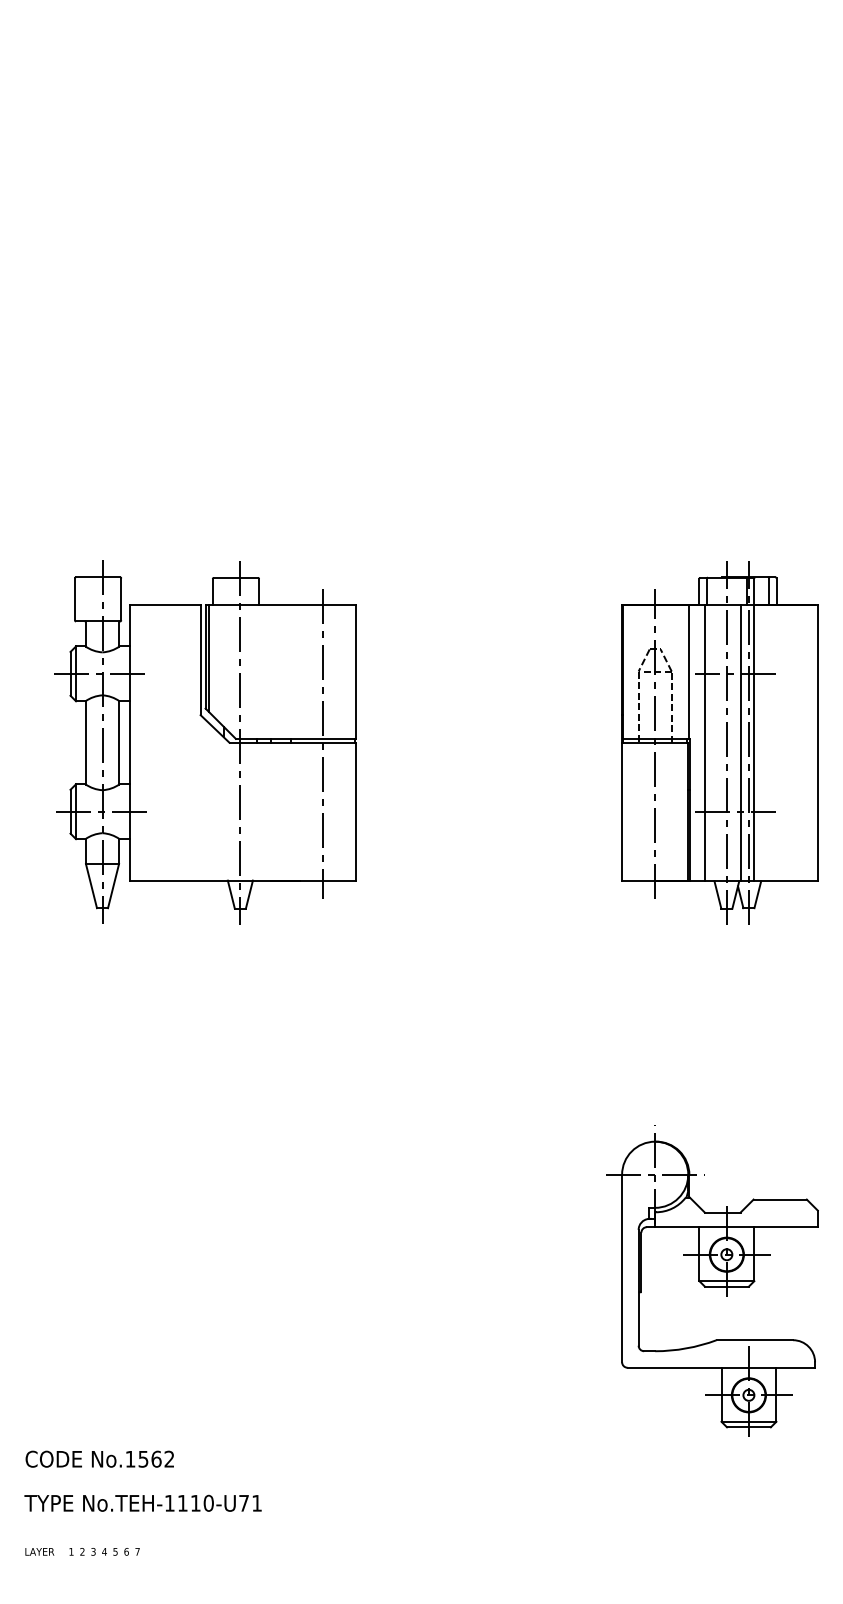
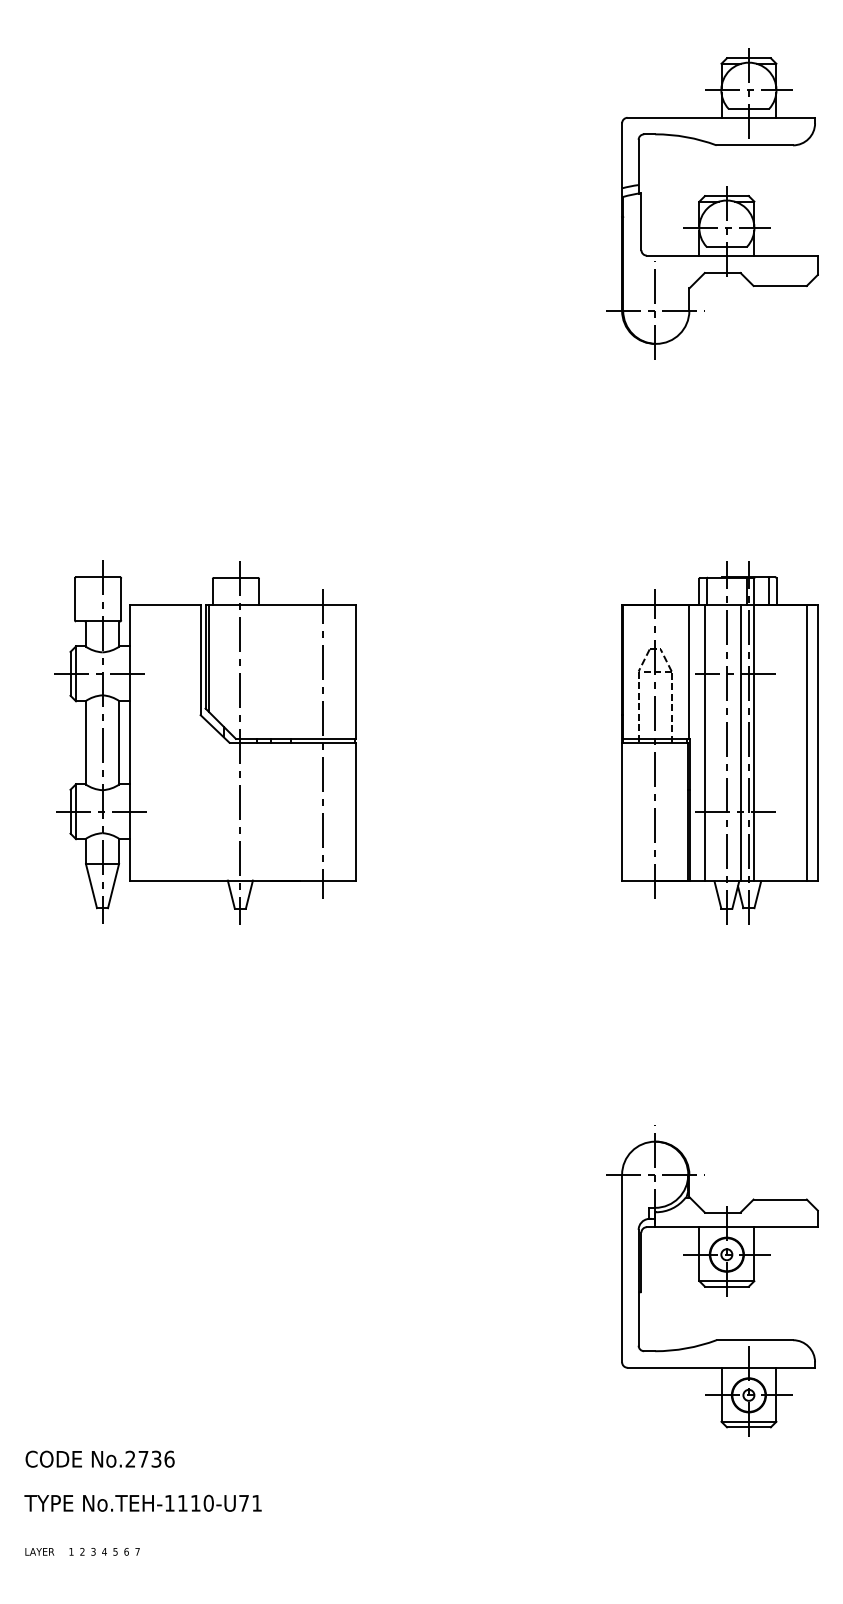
part at (712, 203): none -> present
line at (806, 743): none -> present
text at (149, 1458): No.1562 -> No.2736
